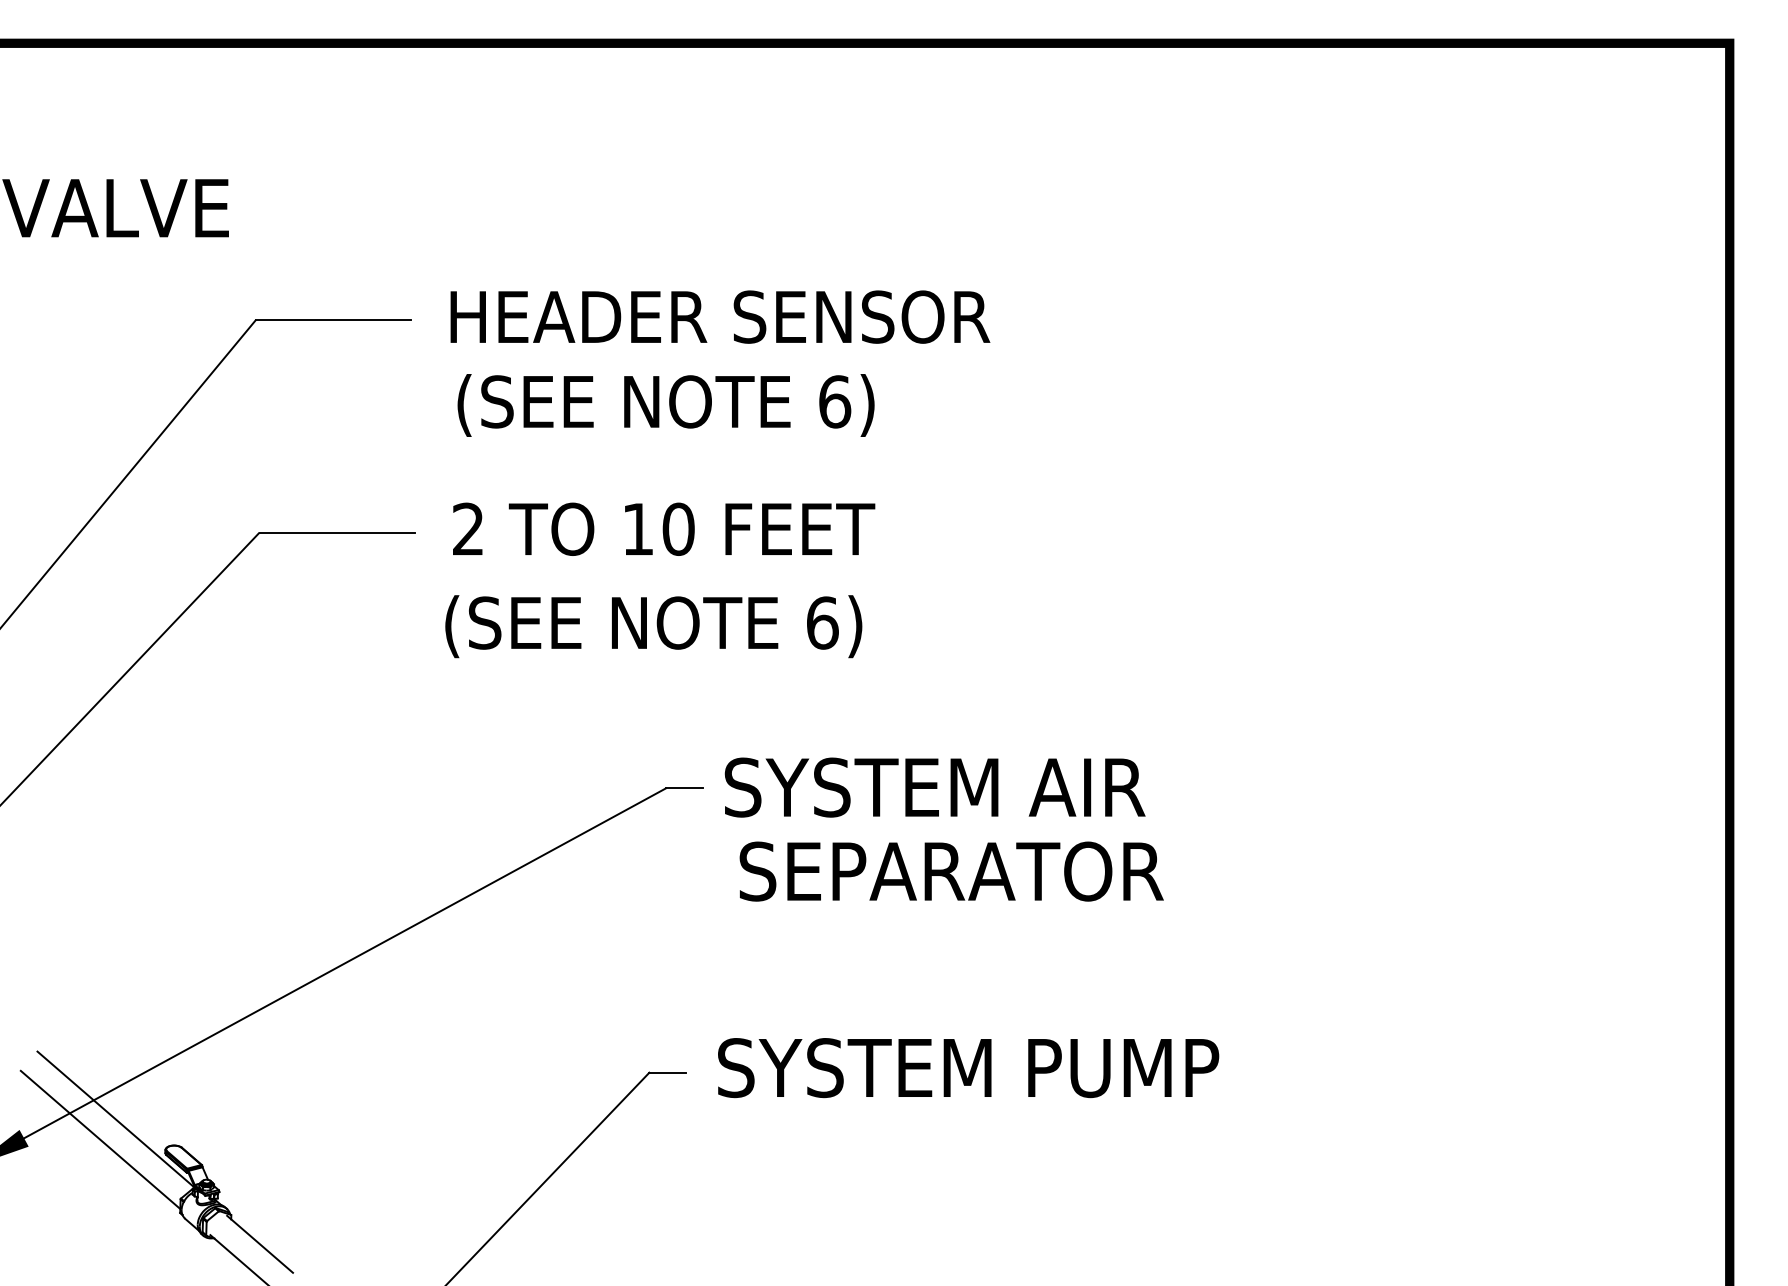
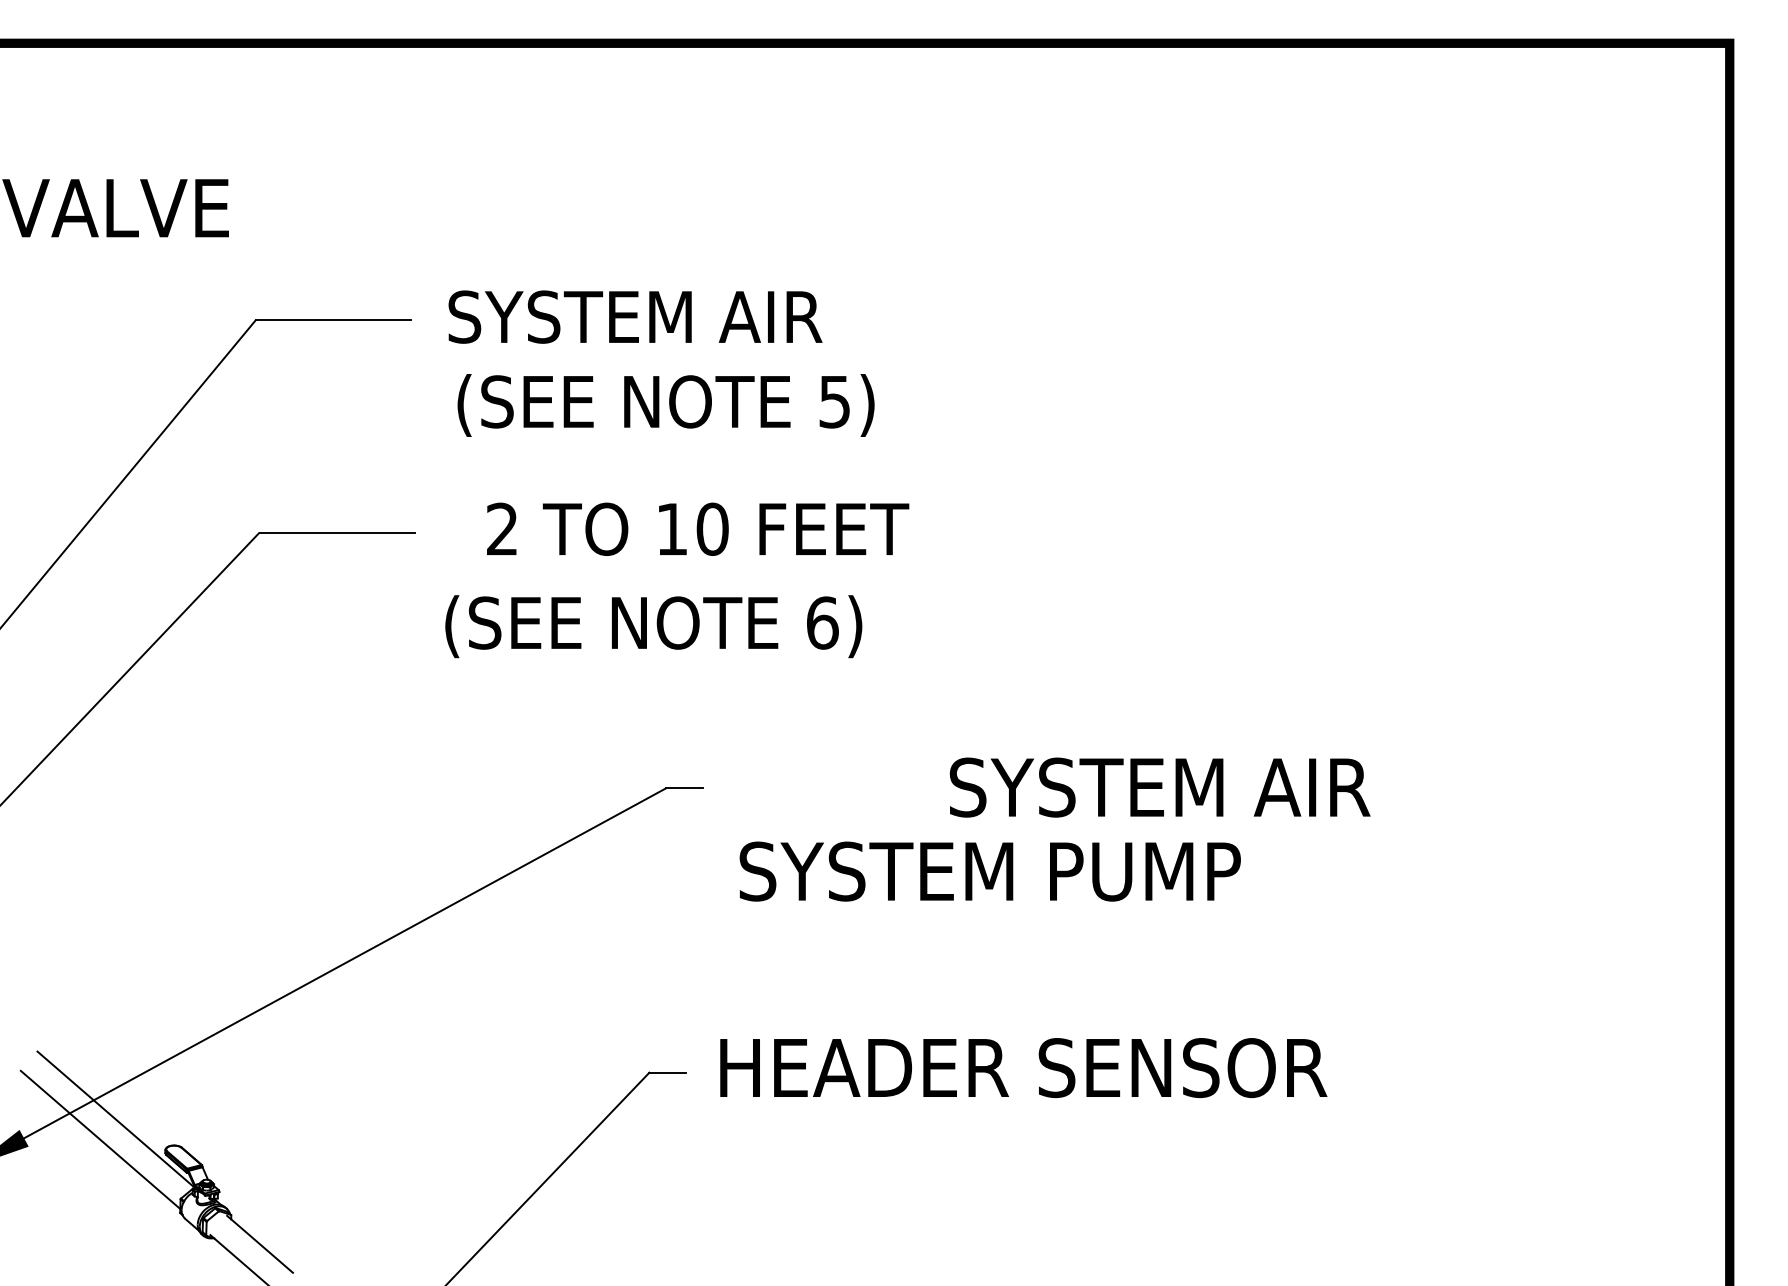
text at (719, 316): HEADER SENSOR -> SYSTEM AIR
text at (835, 401): 6) -> 5)
text at (664, 528) position: (664, 528) -> (698, 528)
text at (934, 787) position: (934, 787) -> (1159, 787)
text at (1010, 871): SEPARATOR -> SYSTEM PUMP
text at (1022, 1068): SYSTEM PUMP -> HEADER SENSOR
